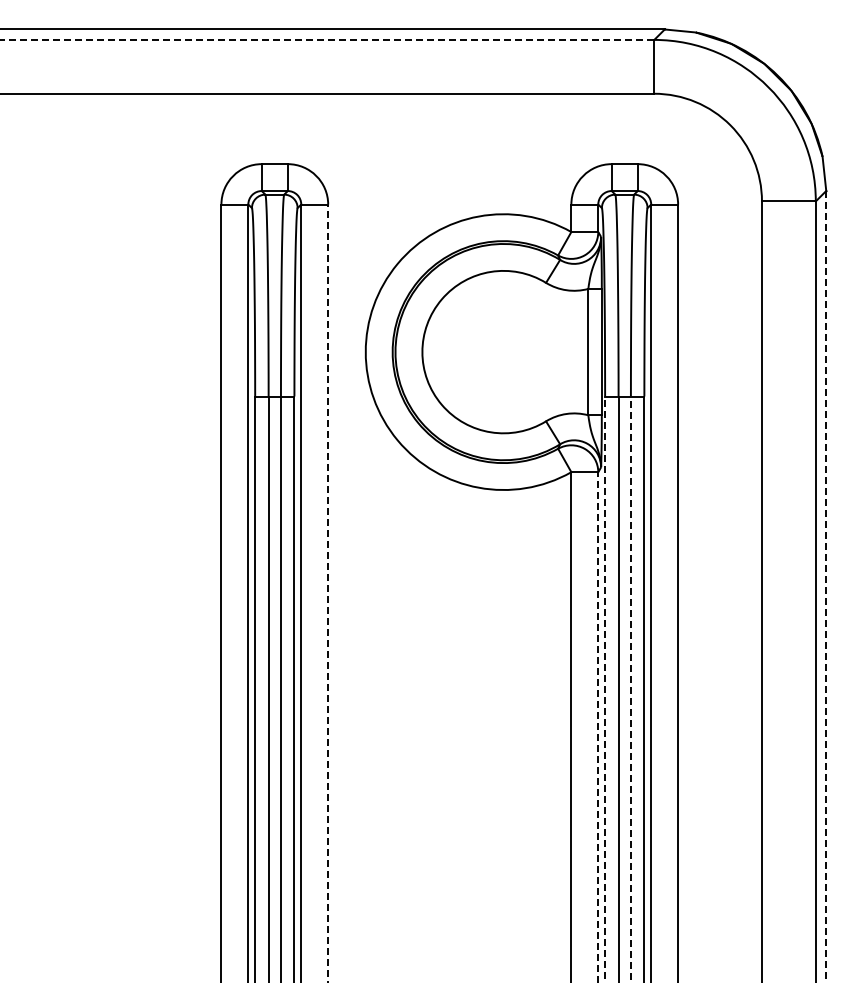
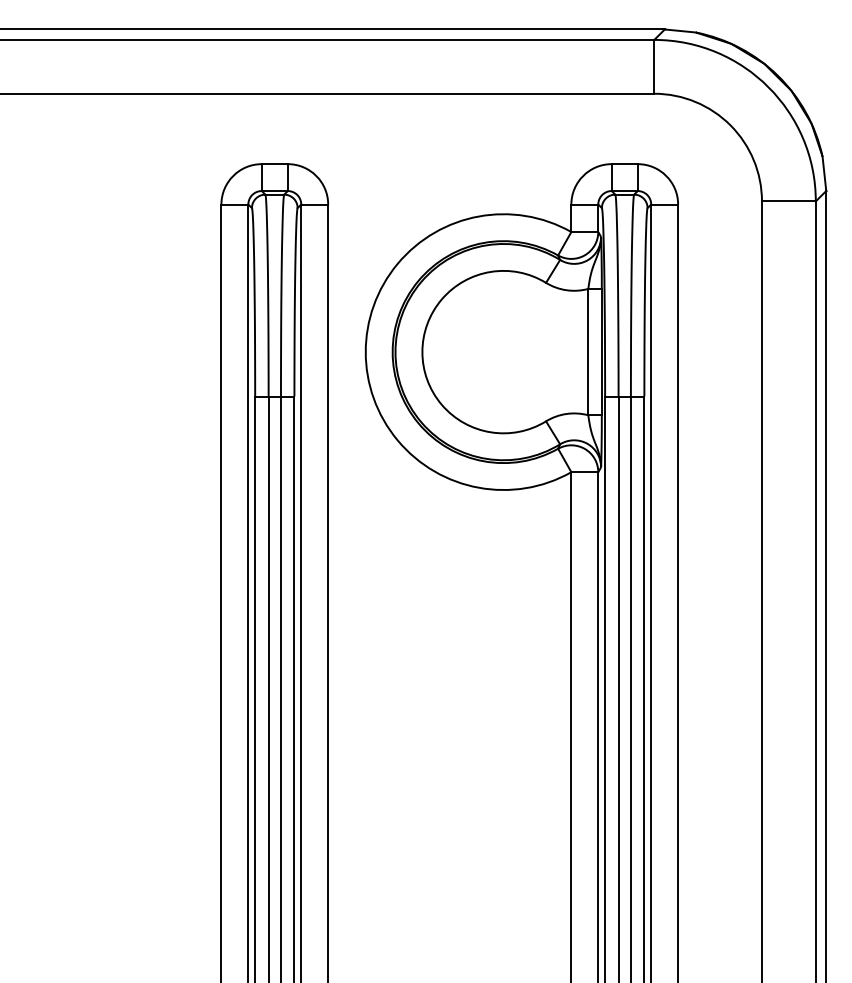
line at (327, 39): dashed -> solid
line at (826, 586): dashed -> solid
line at (328, 593): dashed -> solid
line at (605, 689): dashed -> solid
line at (630, 689): dashed -> solid
line at (598, 727): dashed -> solid
